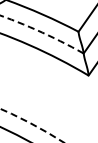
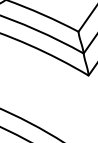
arc at (43, 32): dashed -> solid
arc at (32, 124): dashed -> solid
